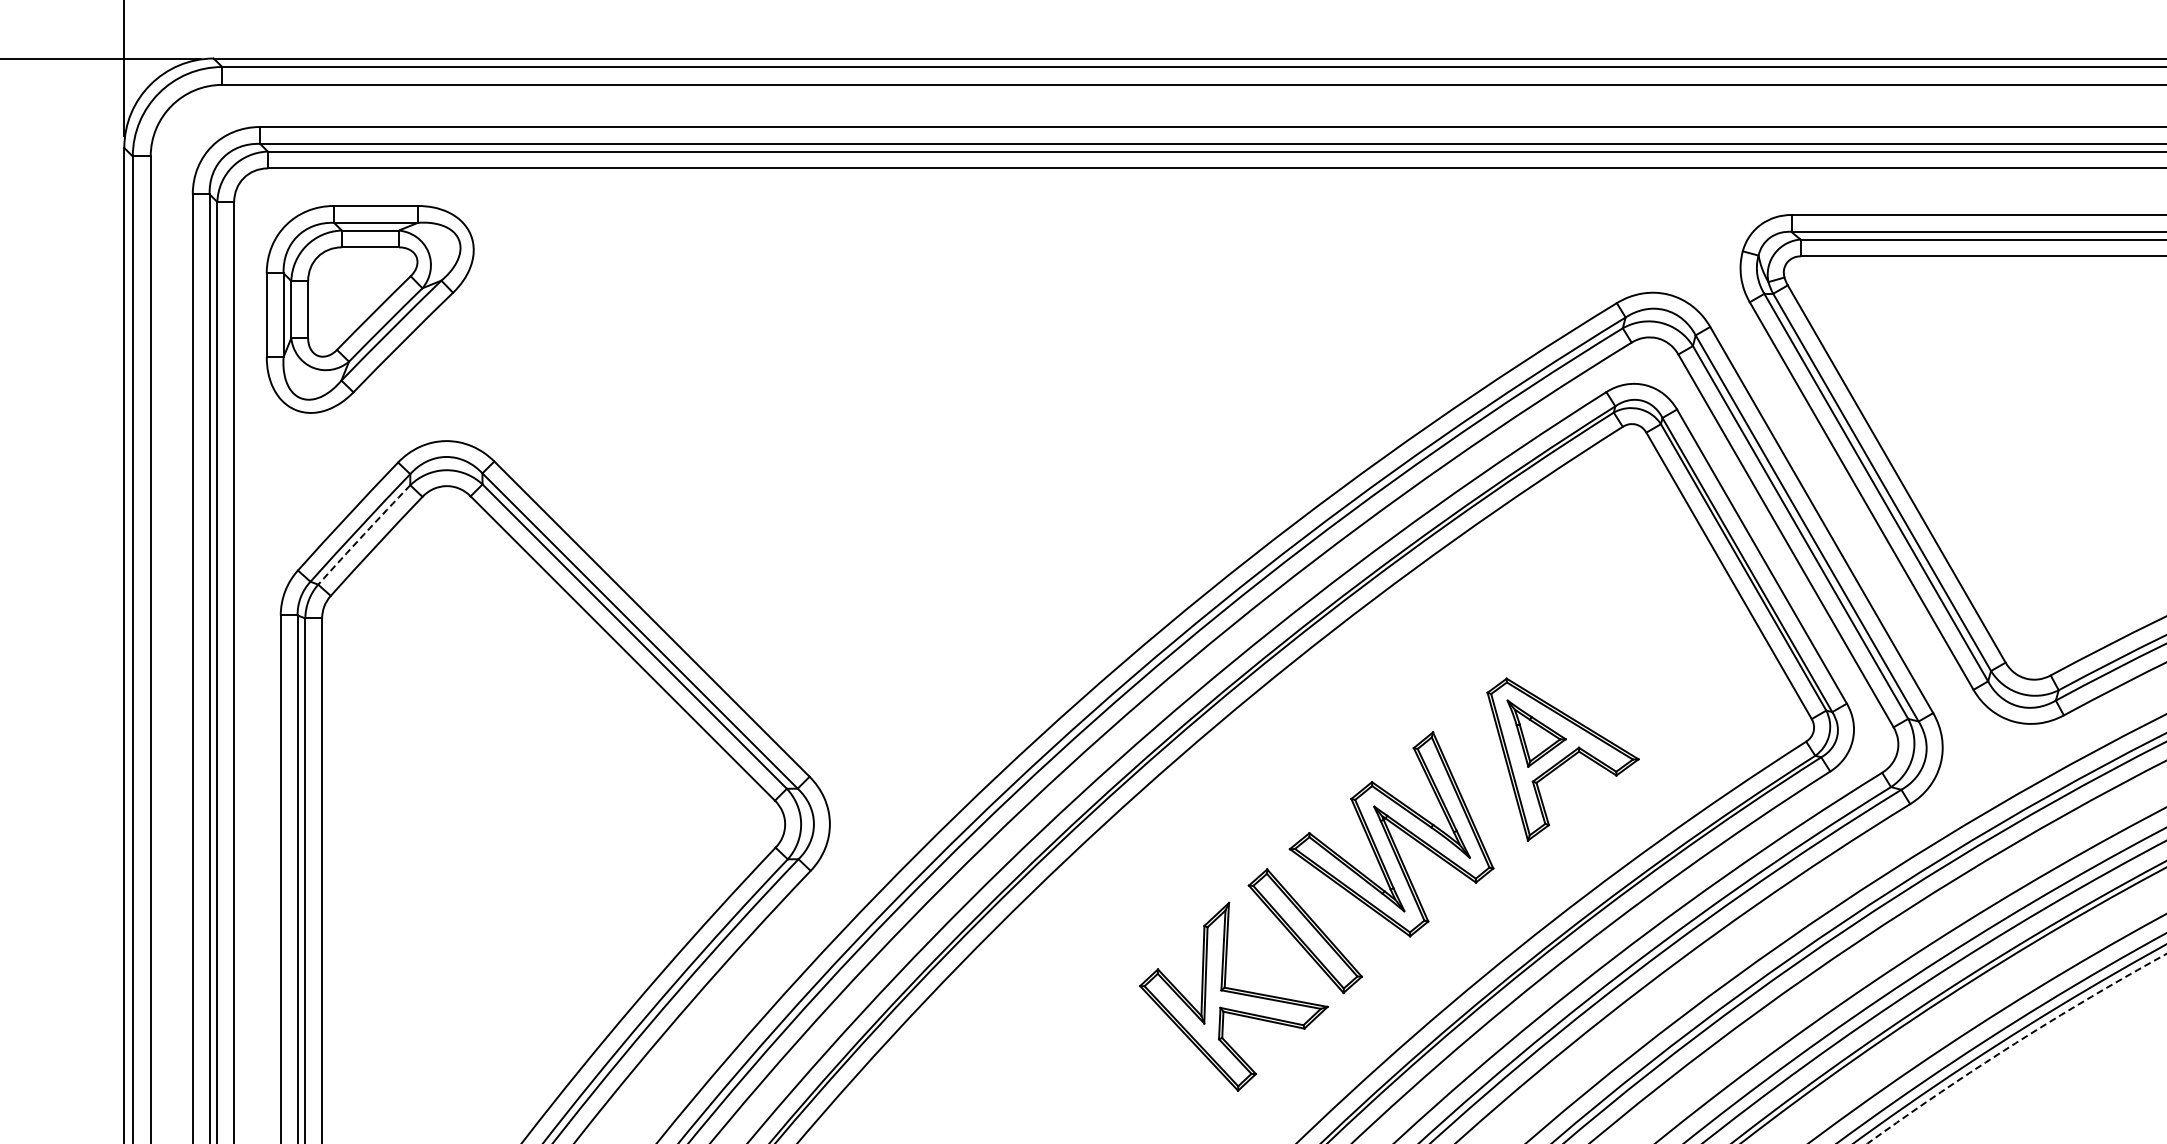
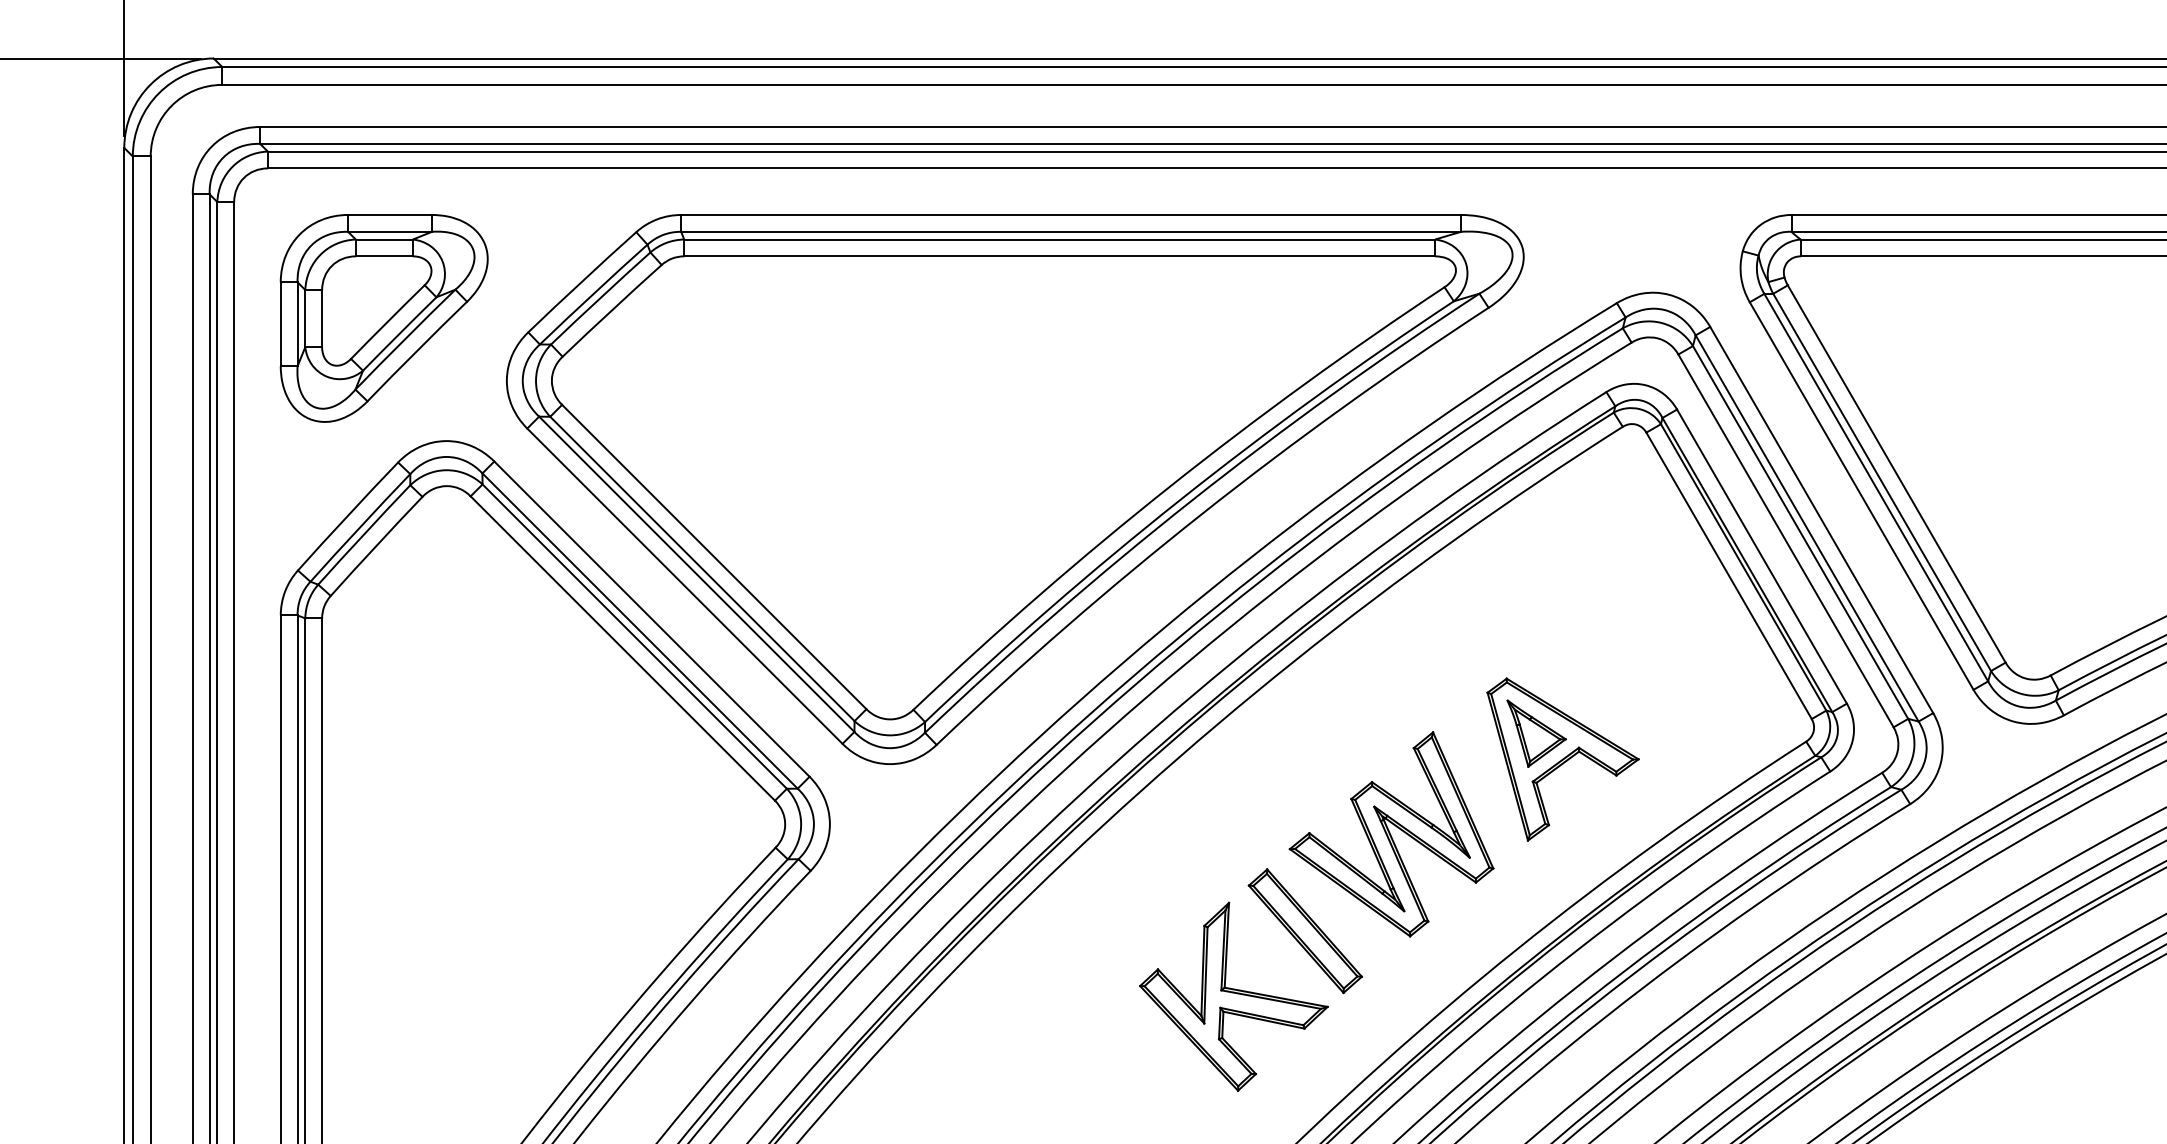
part at (369, 309) position: (369, 309) -> (383, 318)
part at (1015, 489): none -> present
arc at (363, 534): dashed -> solid
arc at (2014, 1044): dashed -> solid
